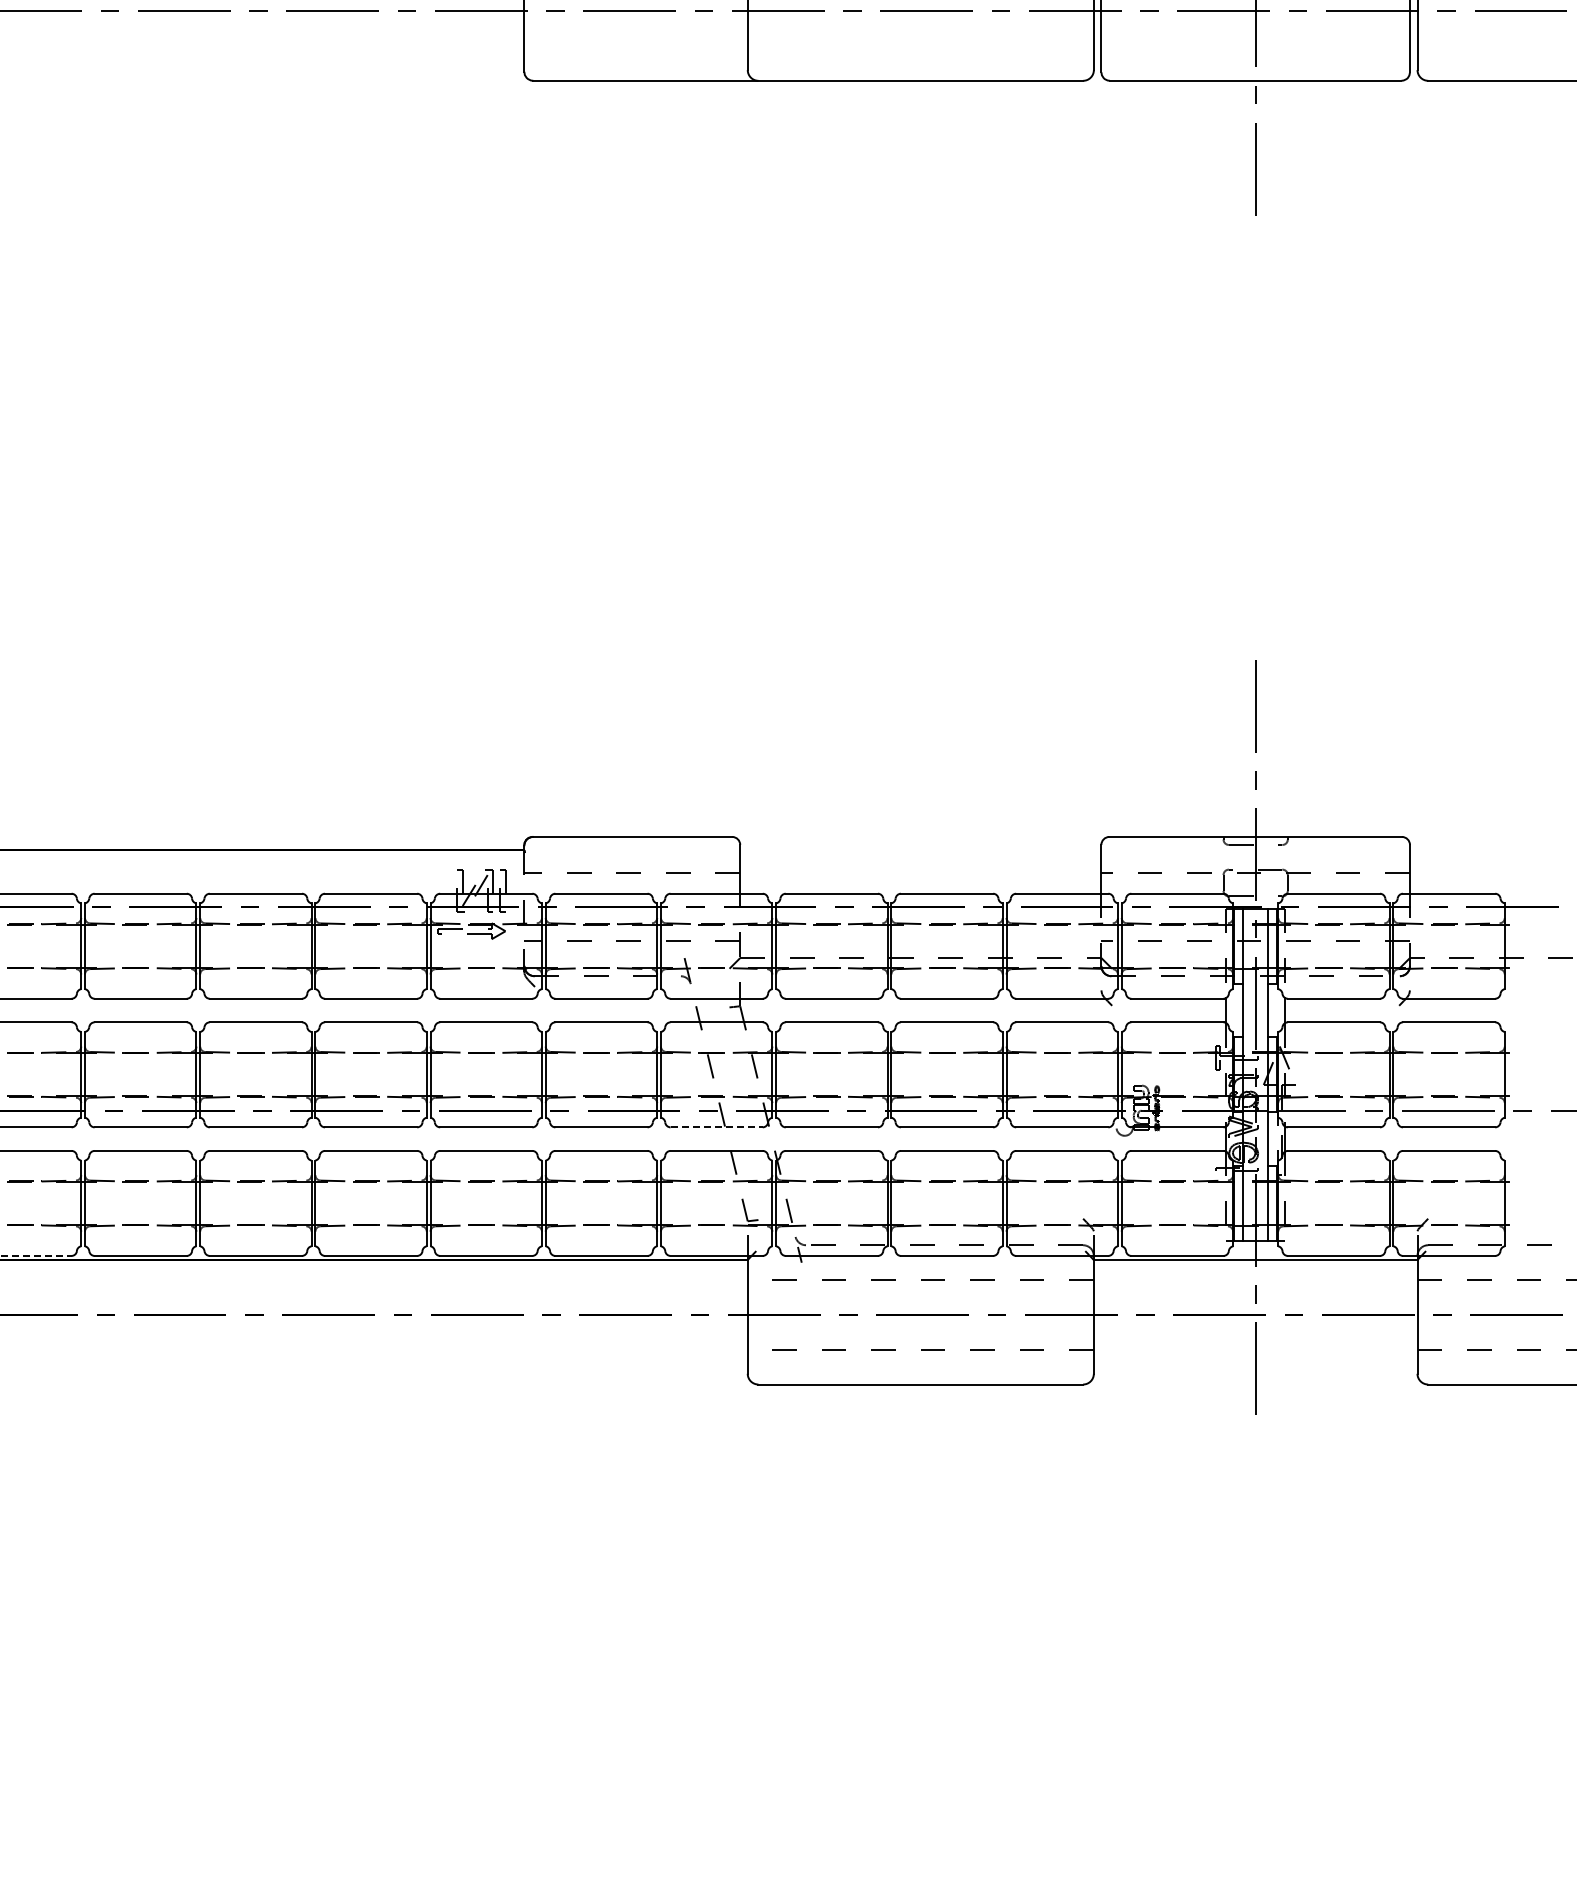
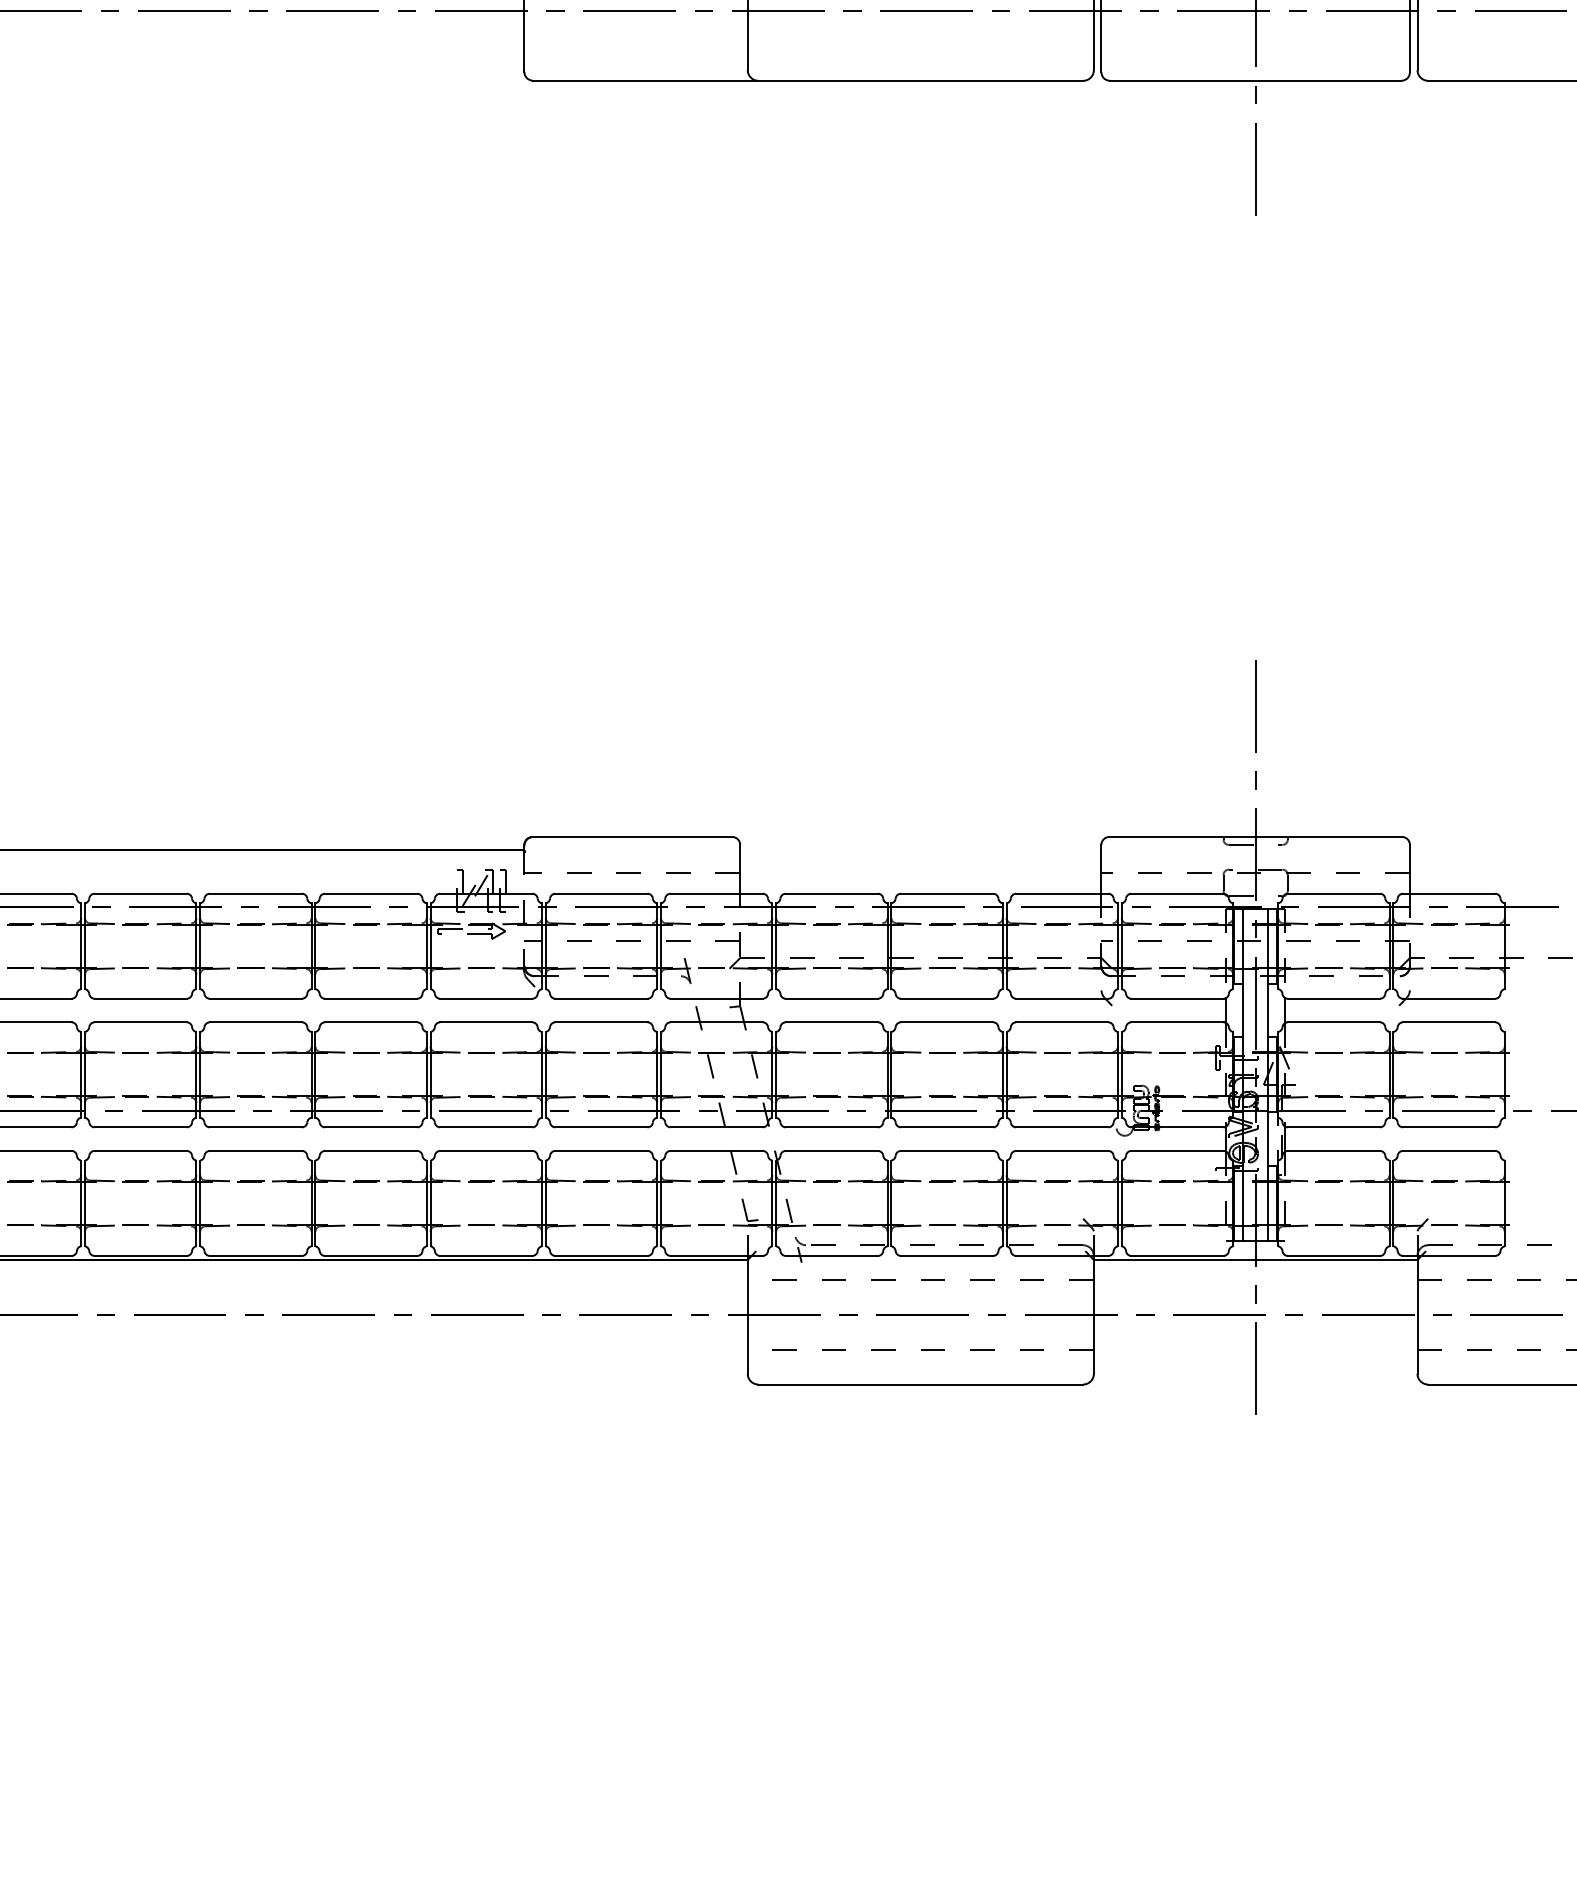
line at (717, 1127): dashed -> solid
line at (35, 1255): dashed -> solid
